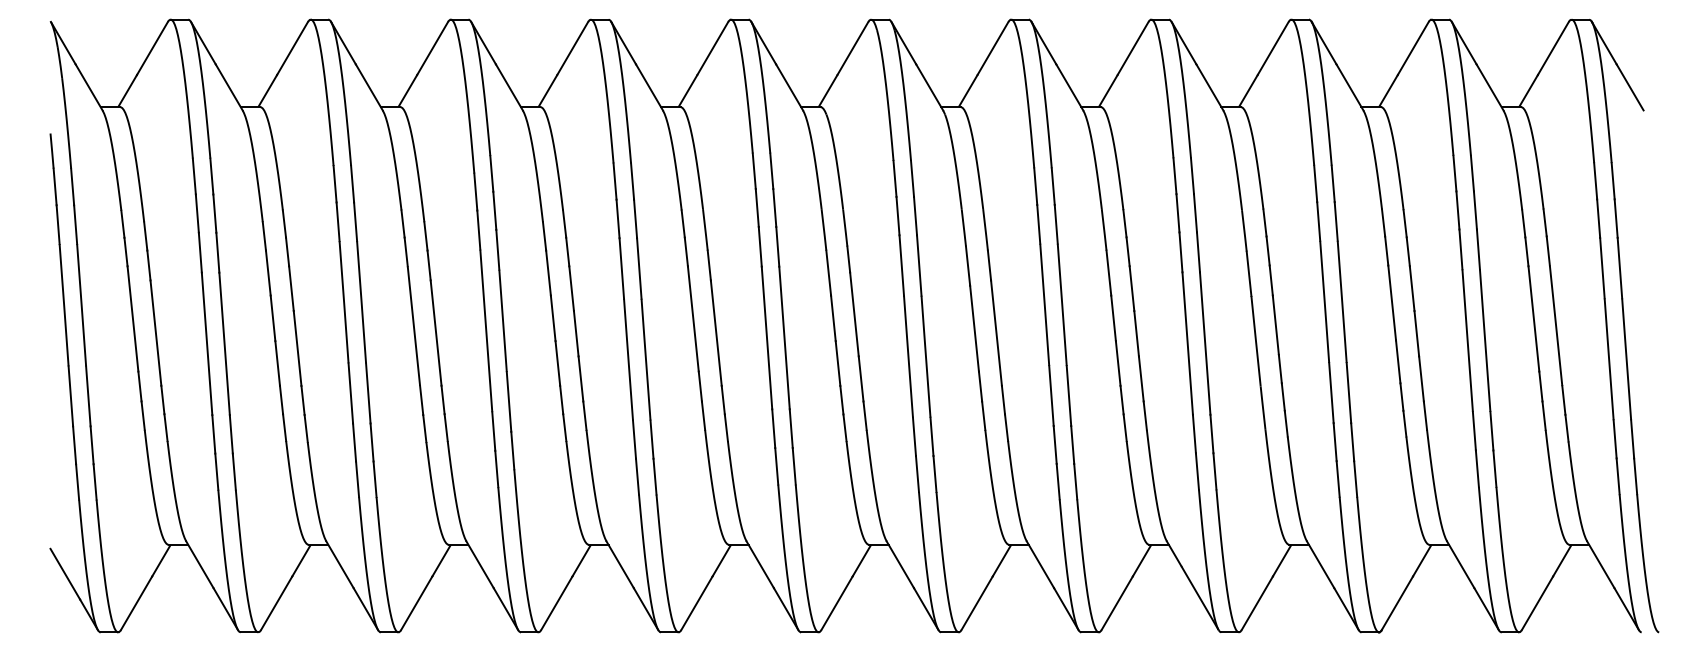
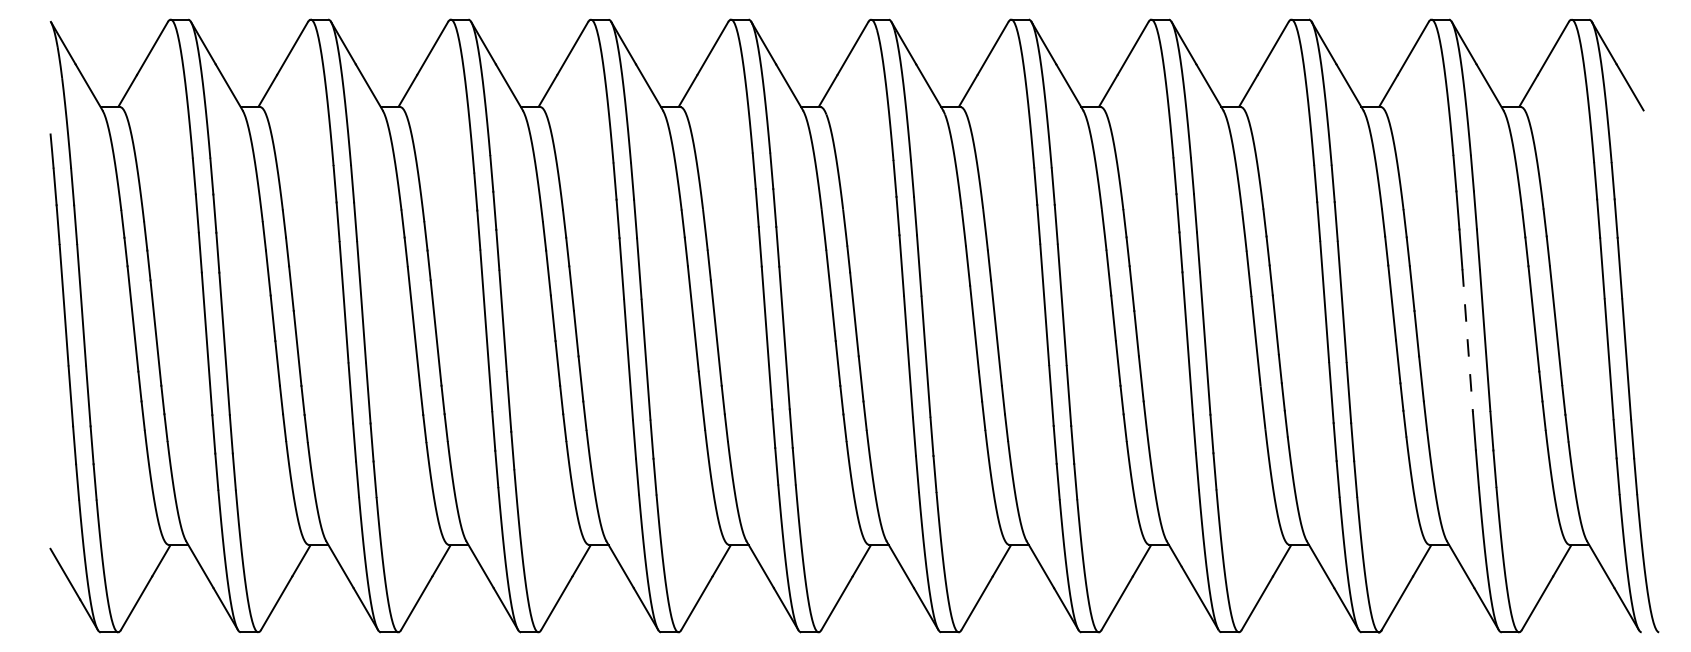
line at (1467, 340): solid -> dashed
